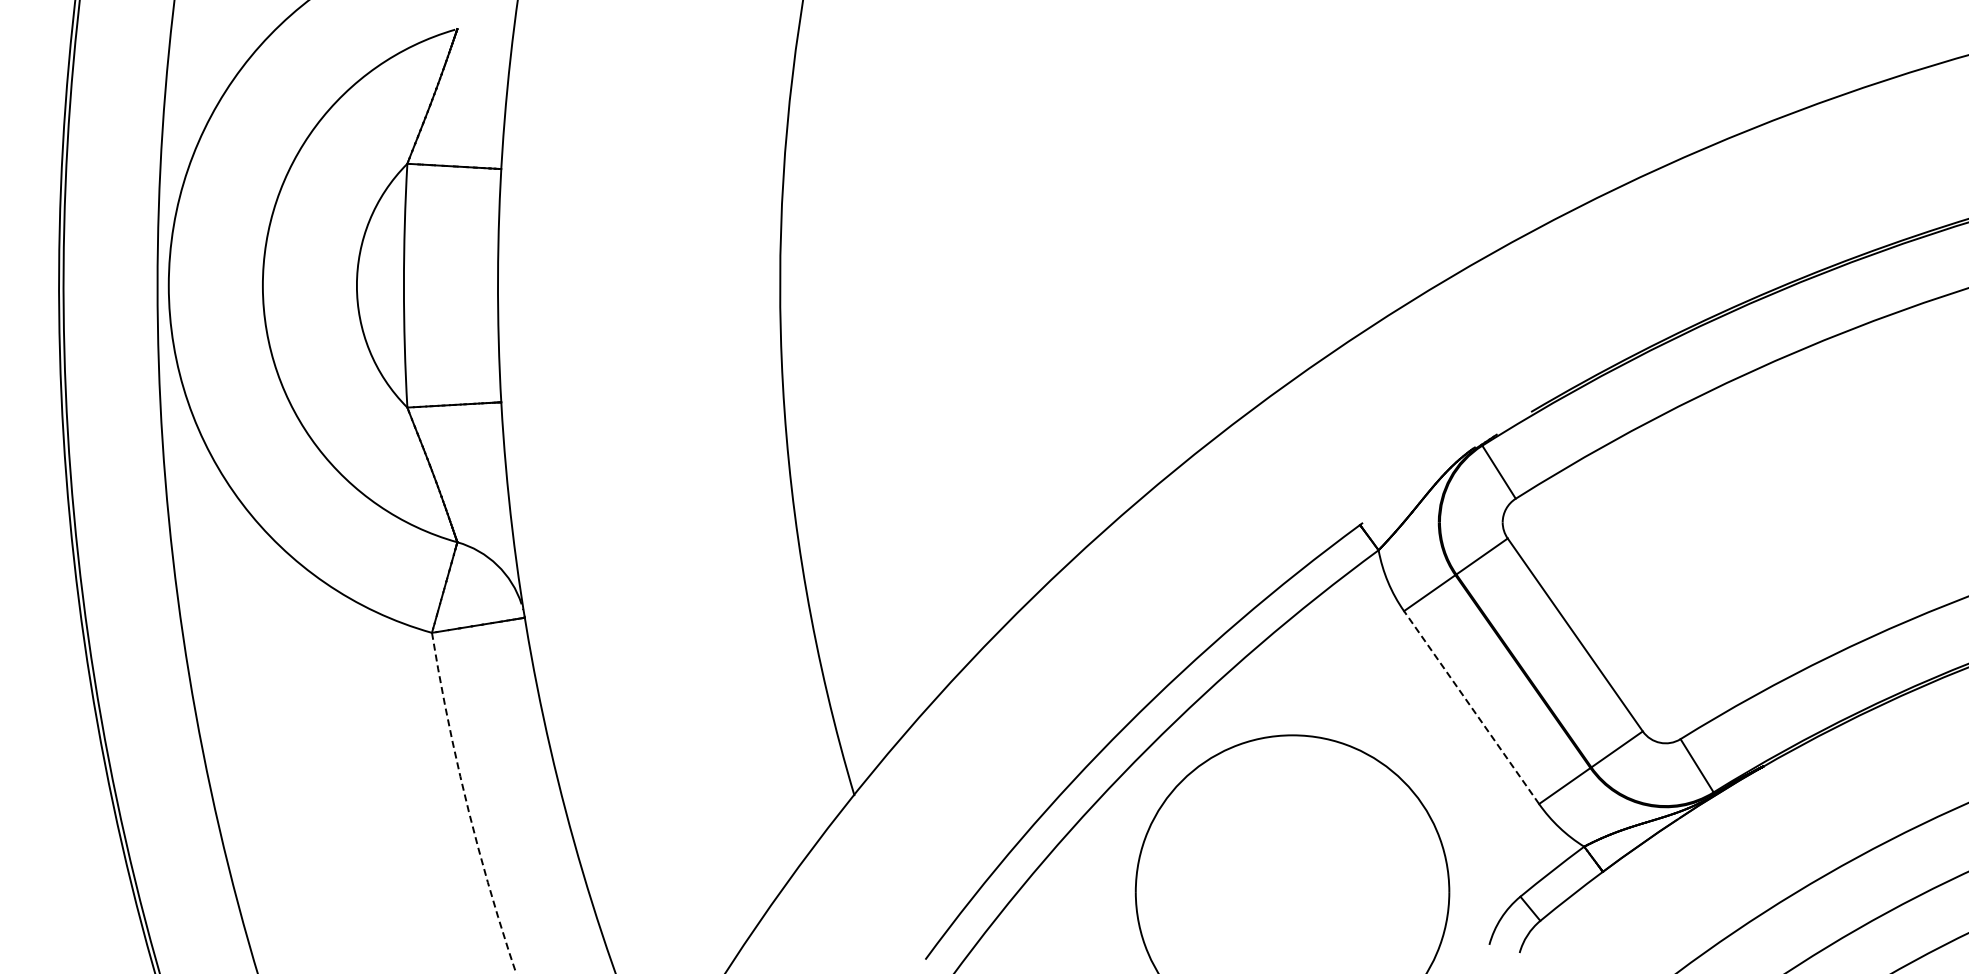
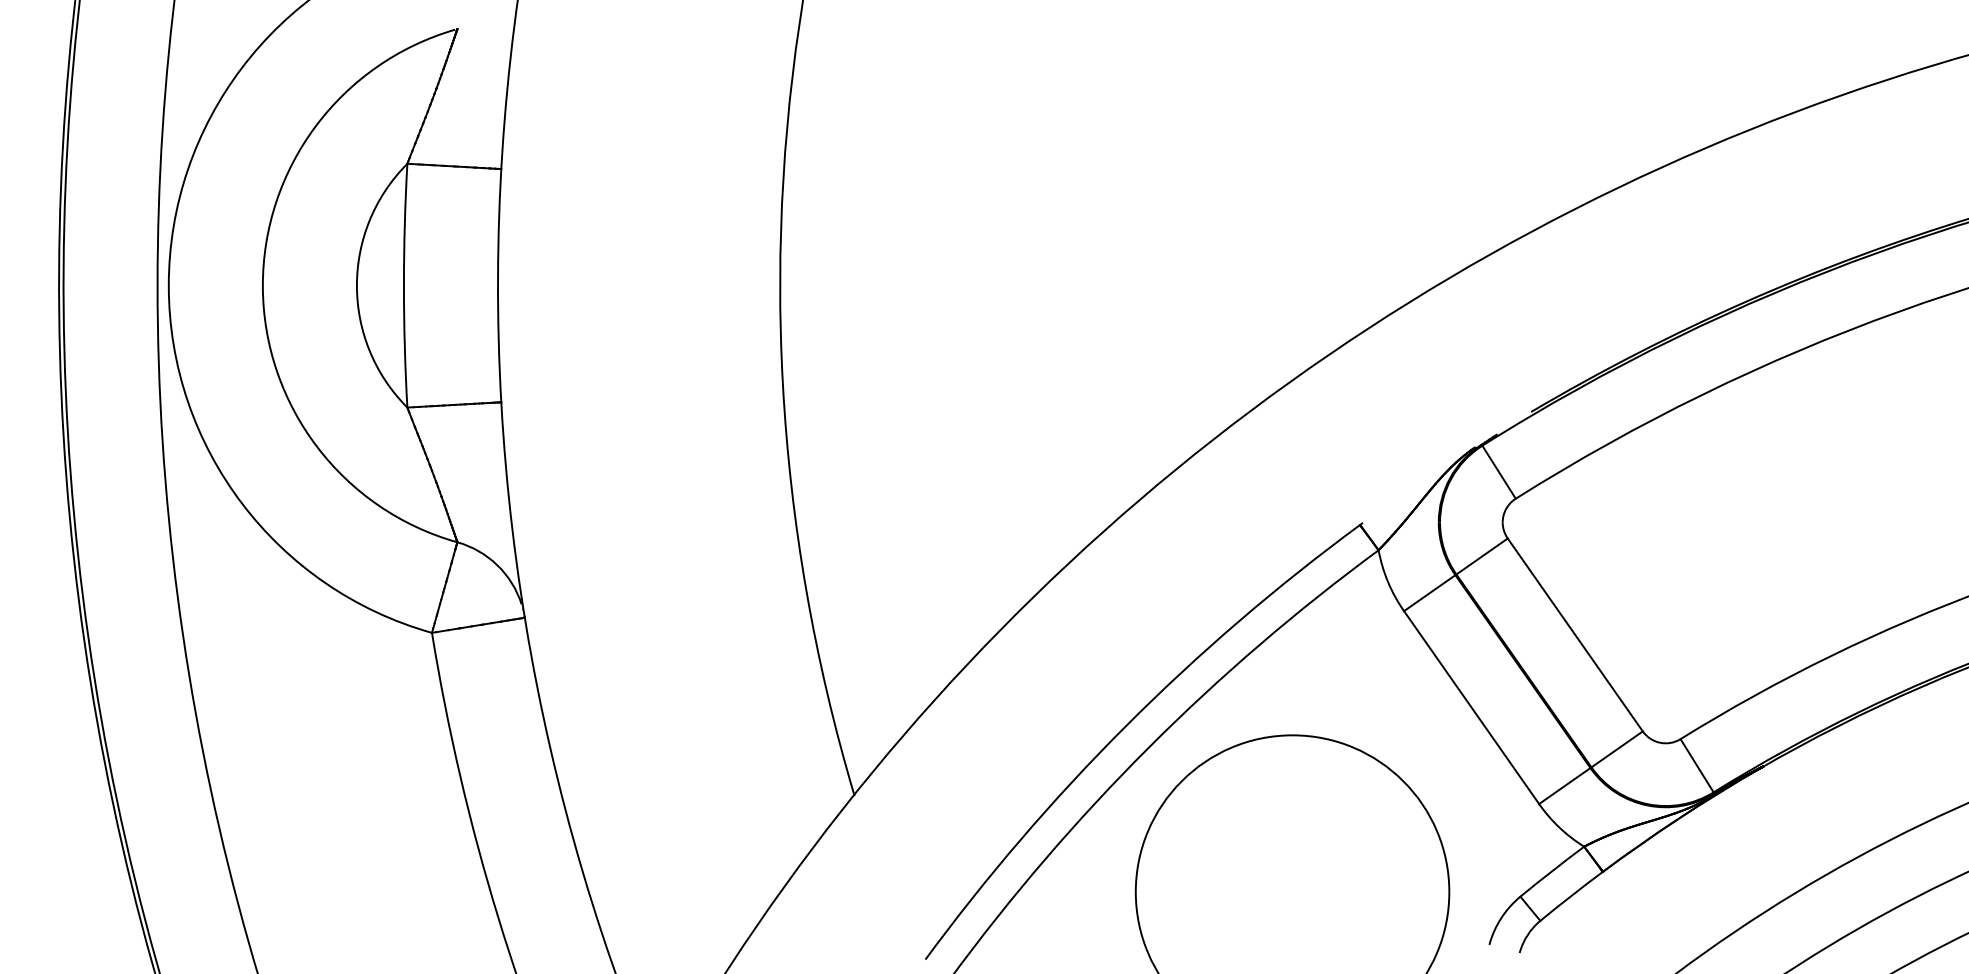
line at (1471, 707): dashed -> solid
arc at (467, 806): dashed -> solid
